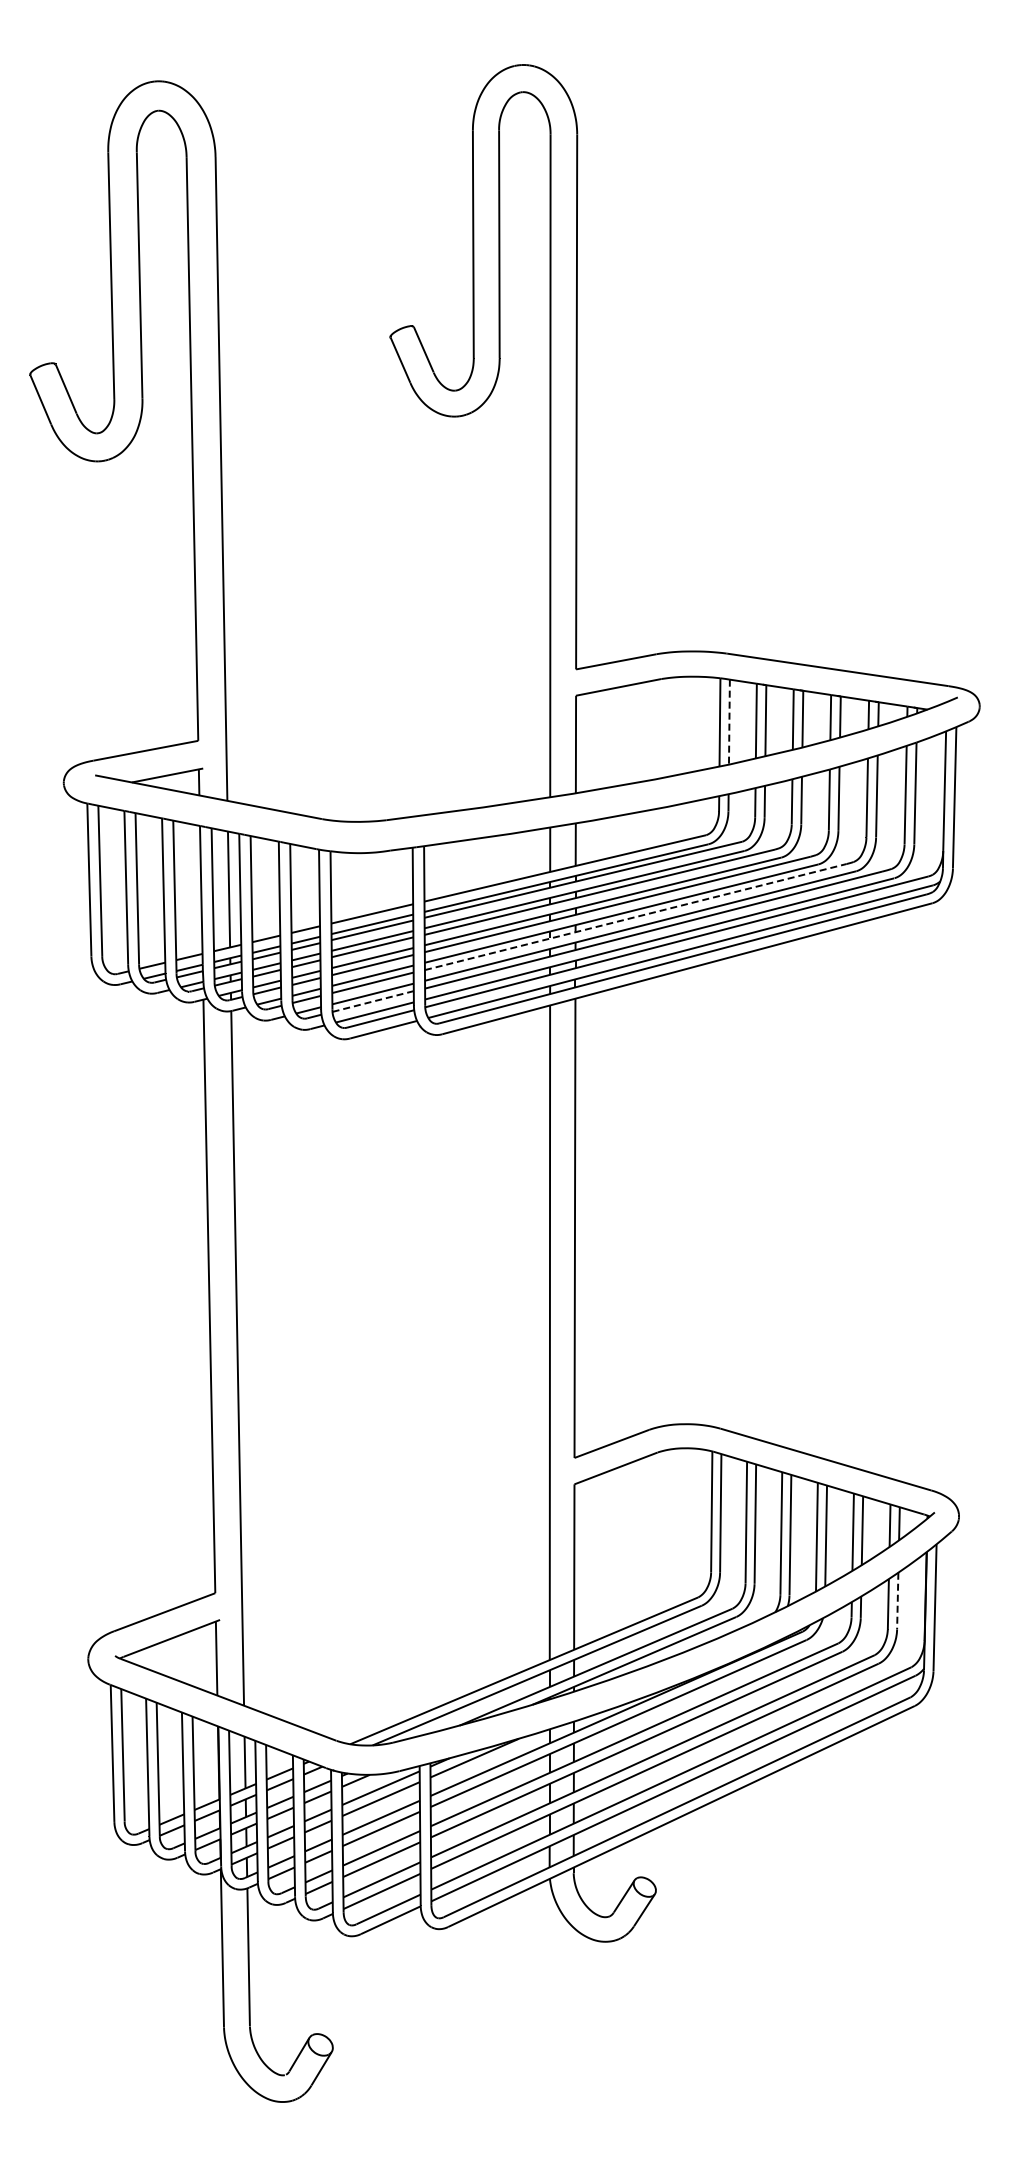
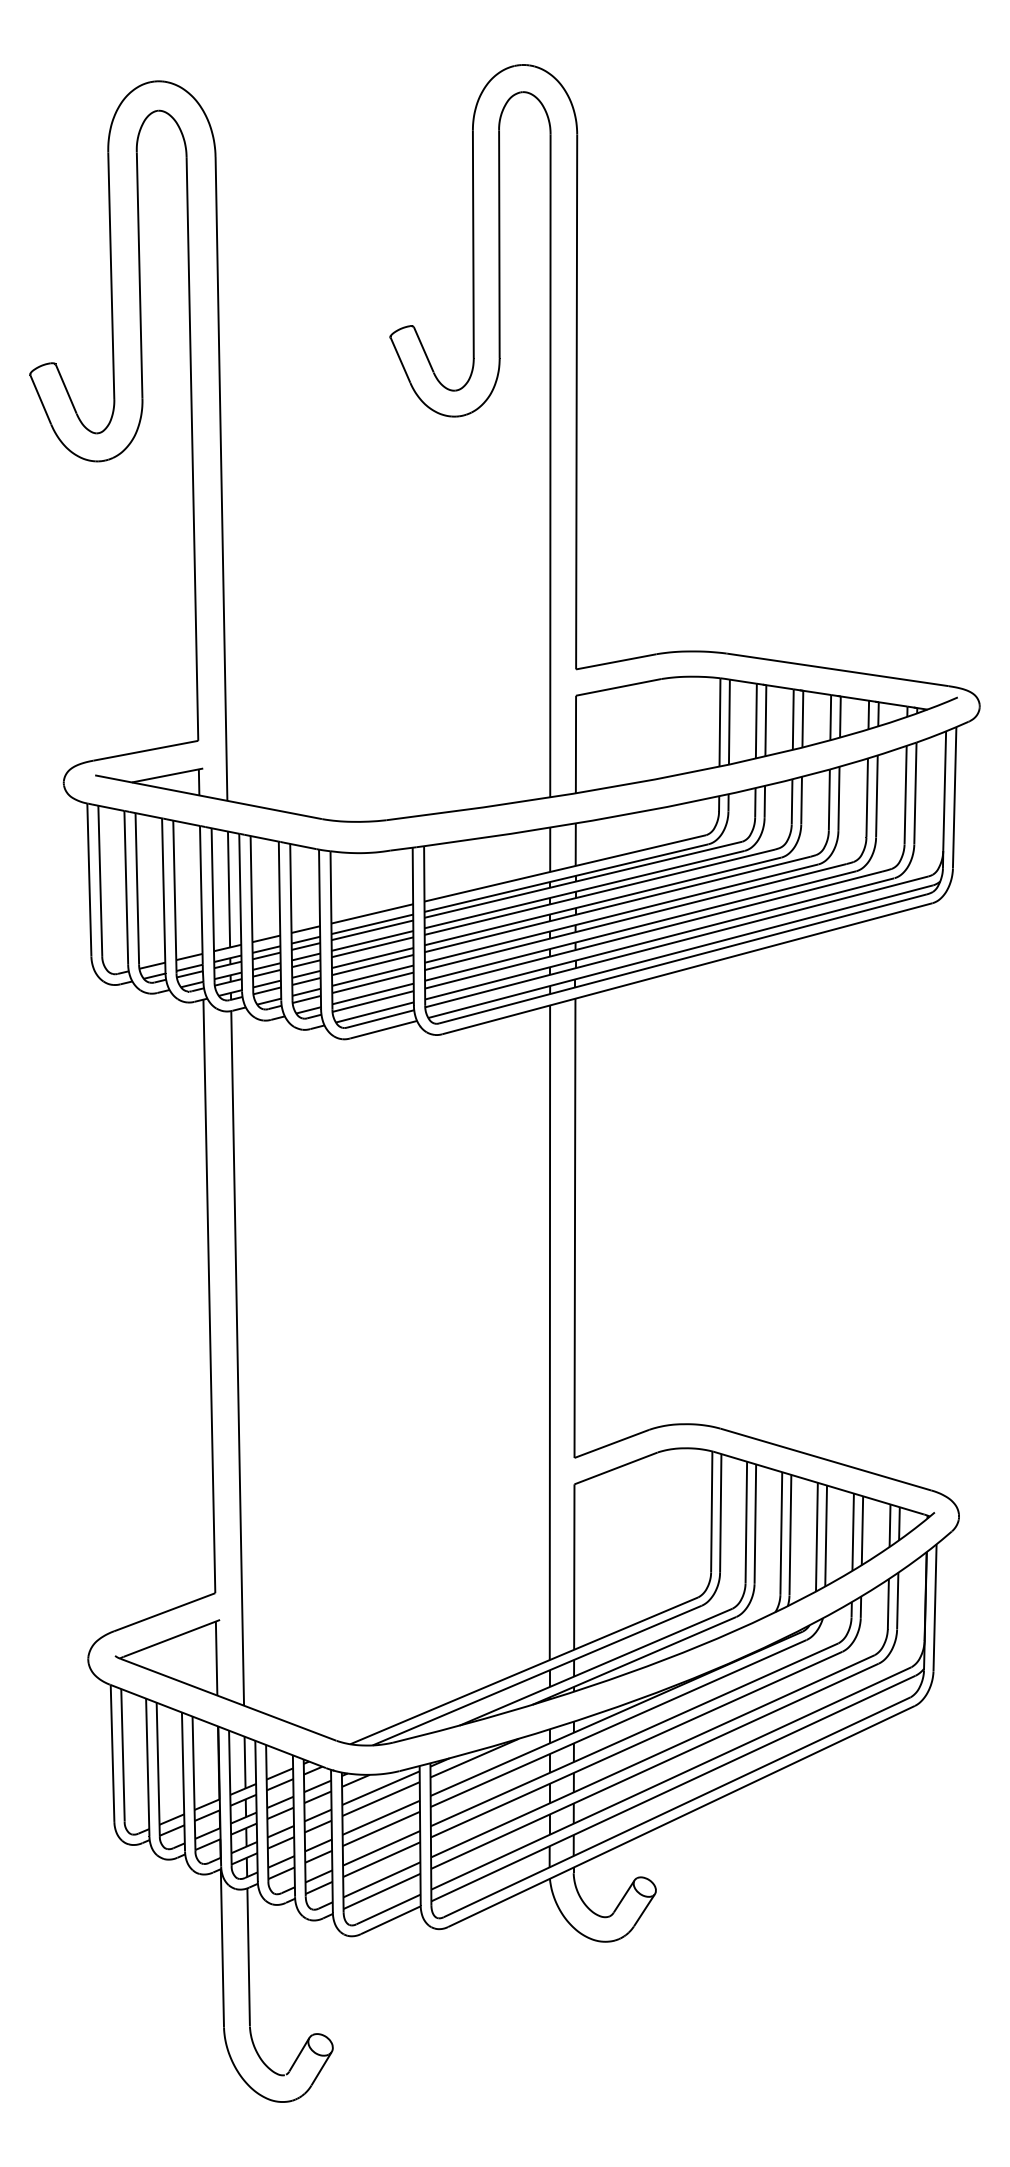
line at (729, 722): dashed -> solid
line at (636, 916): dashed -> solid
line at (373, 1001): dashed -> solid
line at (897, 1601): dashed -> solid
